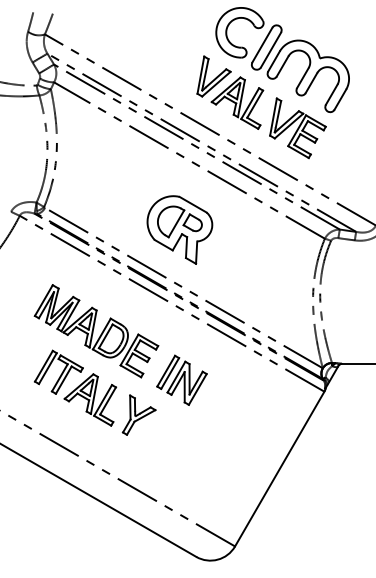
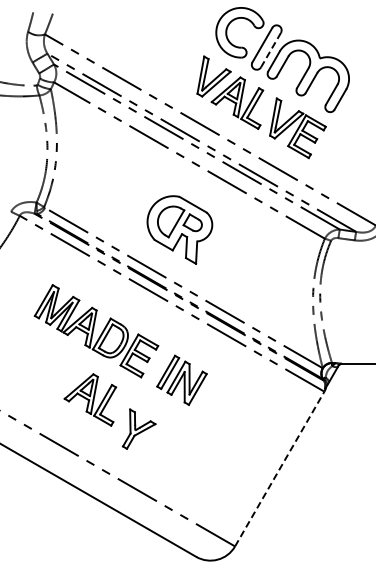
line at (271, 50): solid -> dashed
part at (58, 371): present -> none
part at (138, 414) position: (138, 414) -> (138, 428)
line at (280, 468): solid -> dashed
